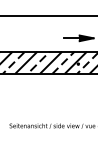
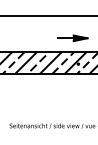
part at (78, 38) position: (78, 38) -> (72, 38)
